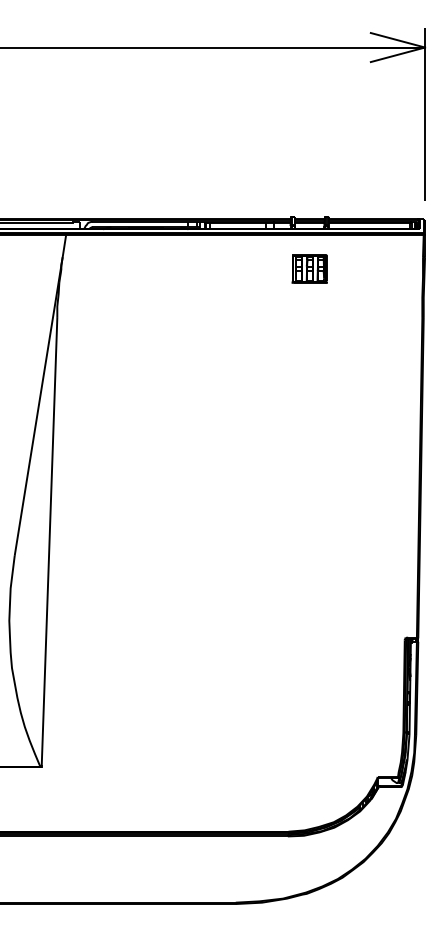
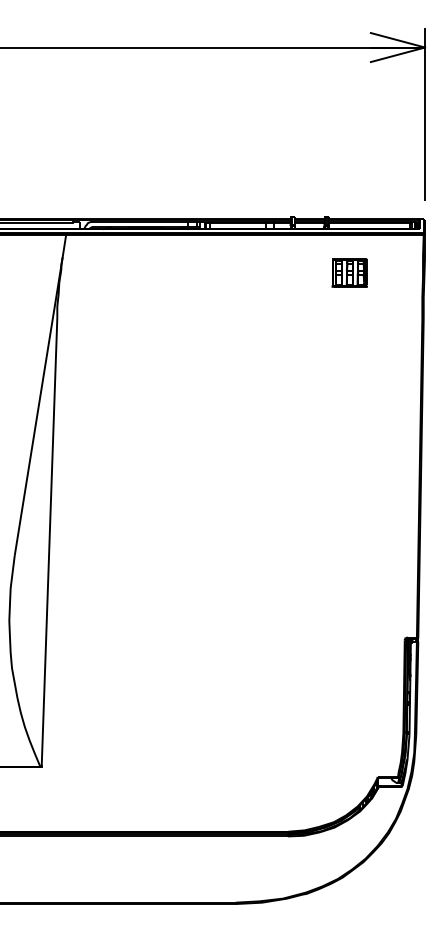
part at (309, 268) position: (309, 268) -> (349, 272)
